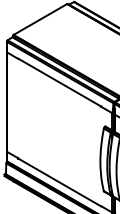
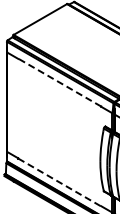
line at (59, 82): solid -> dashed
line at (59, 182): solid -> dashed
